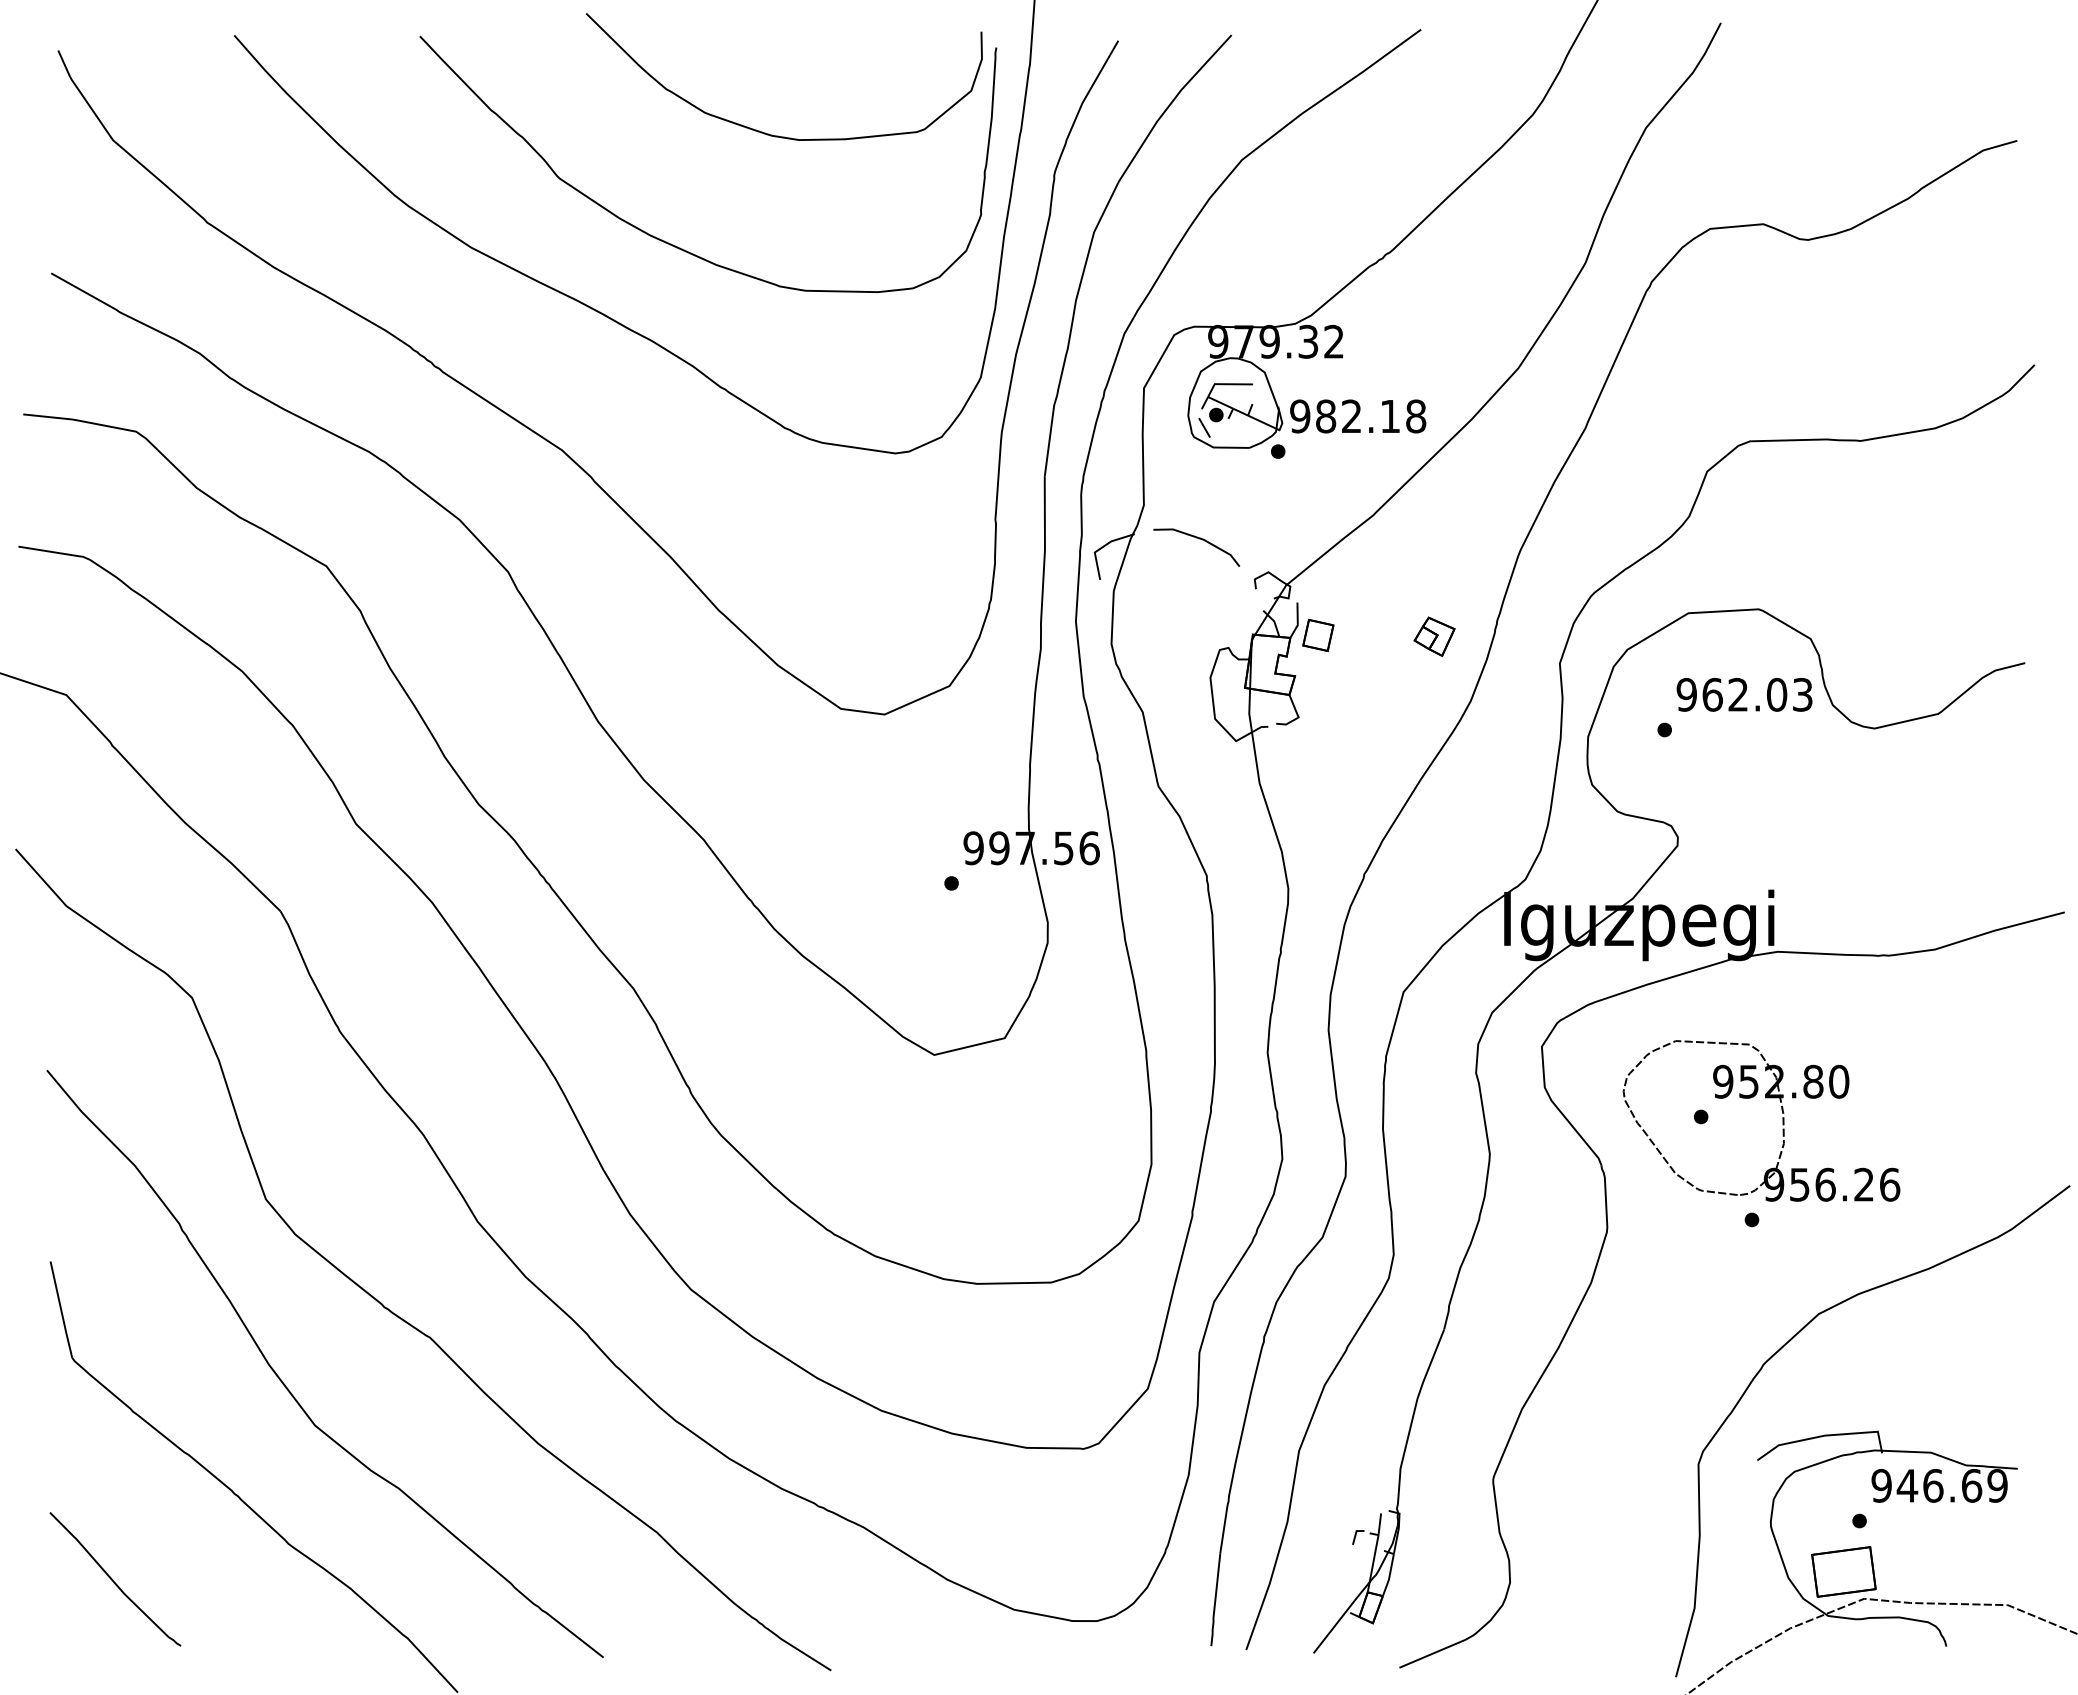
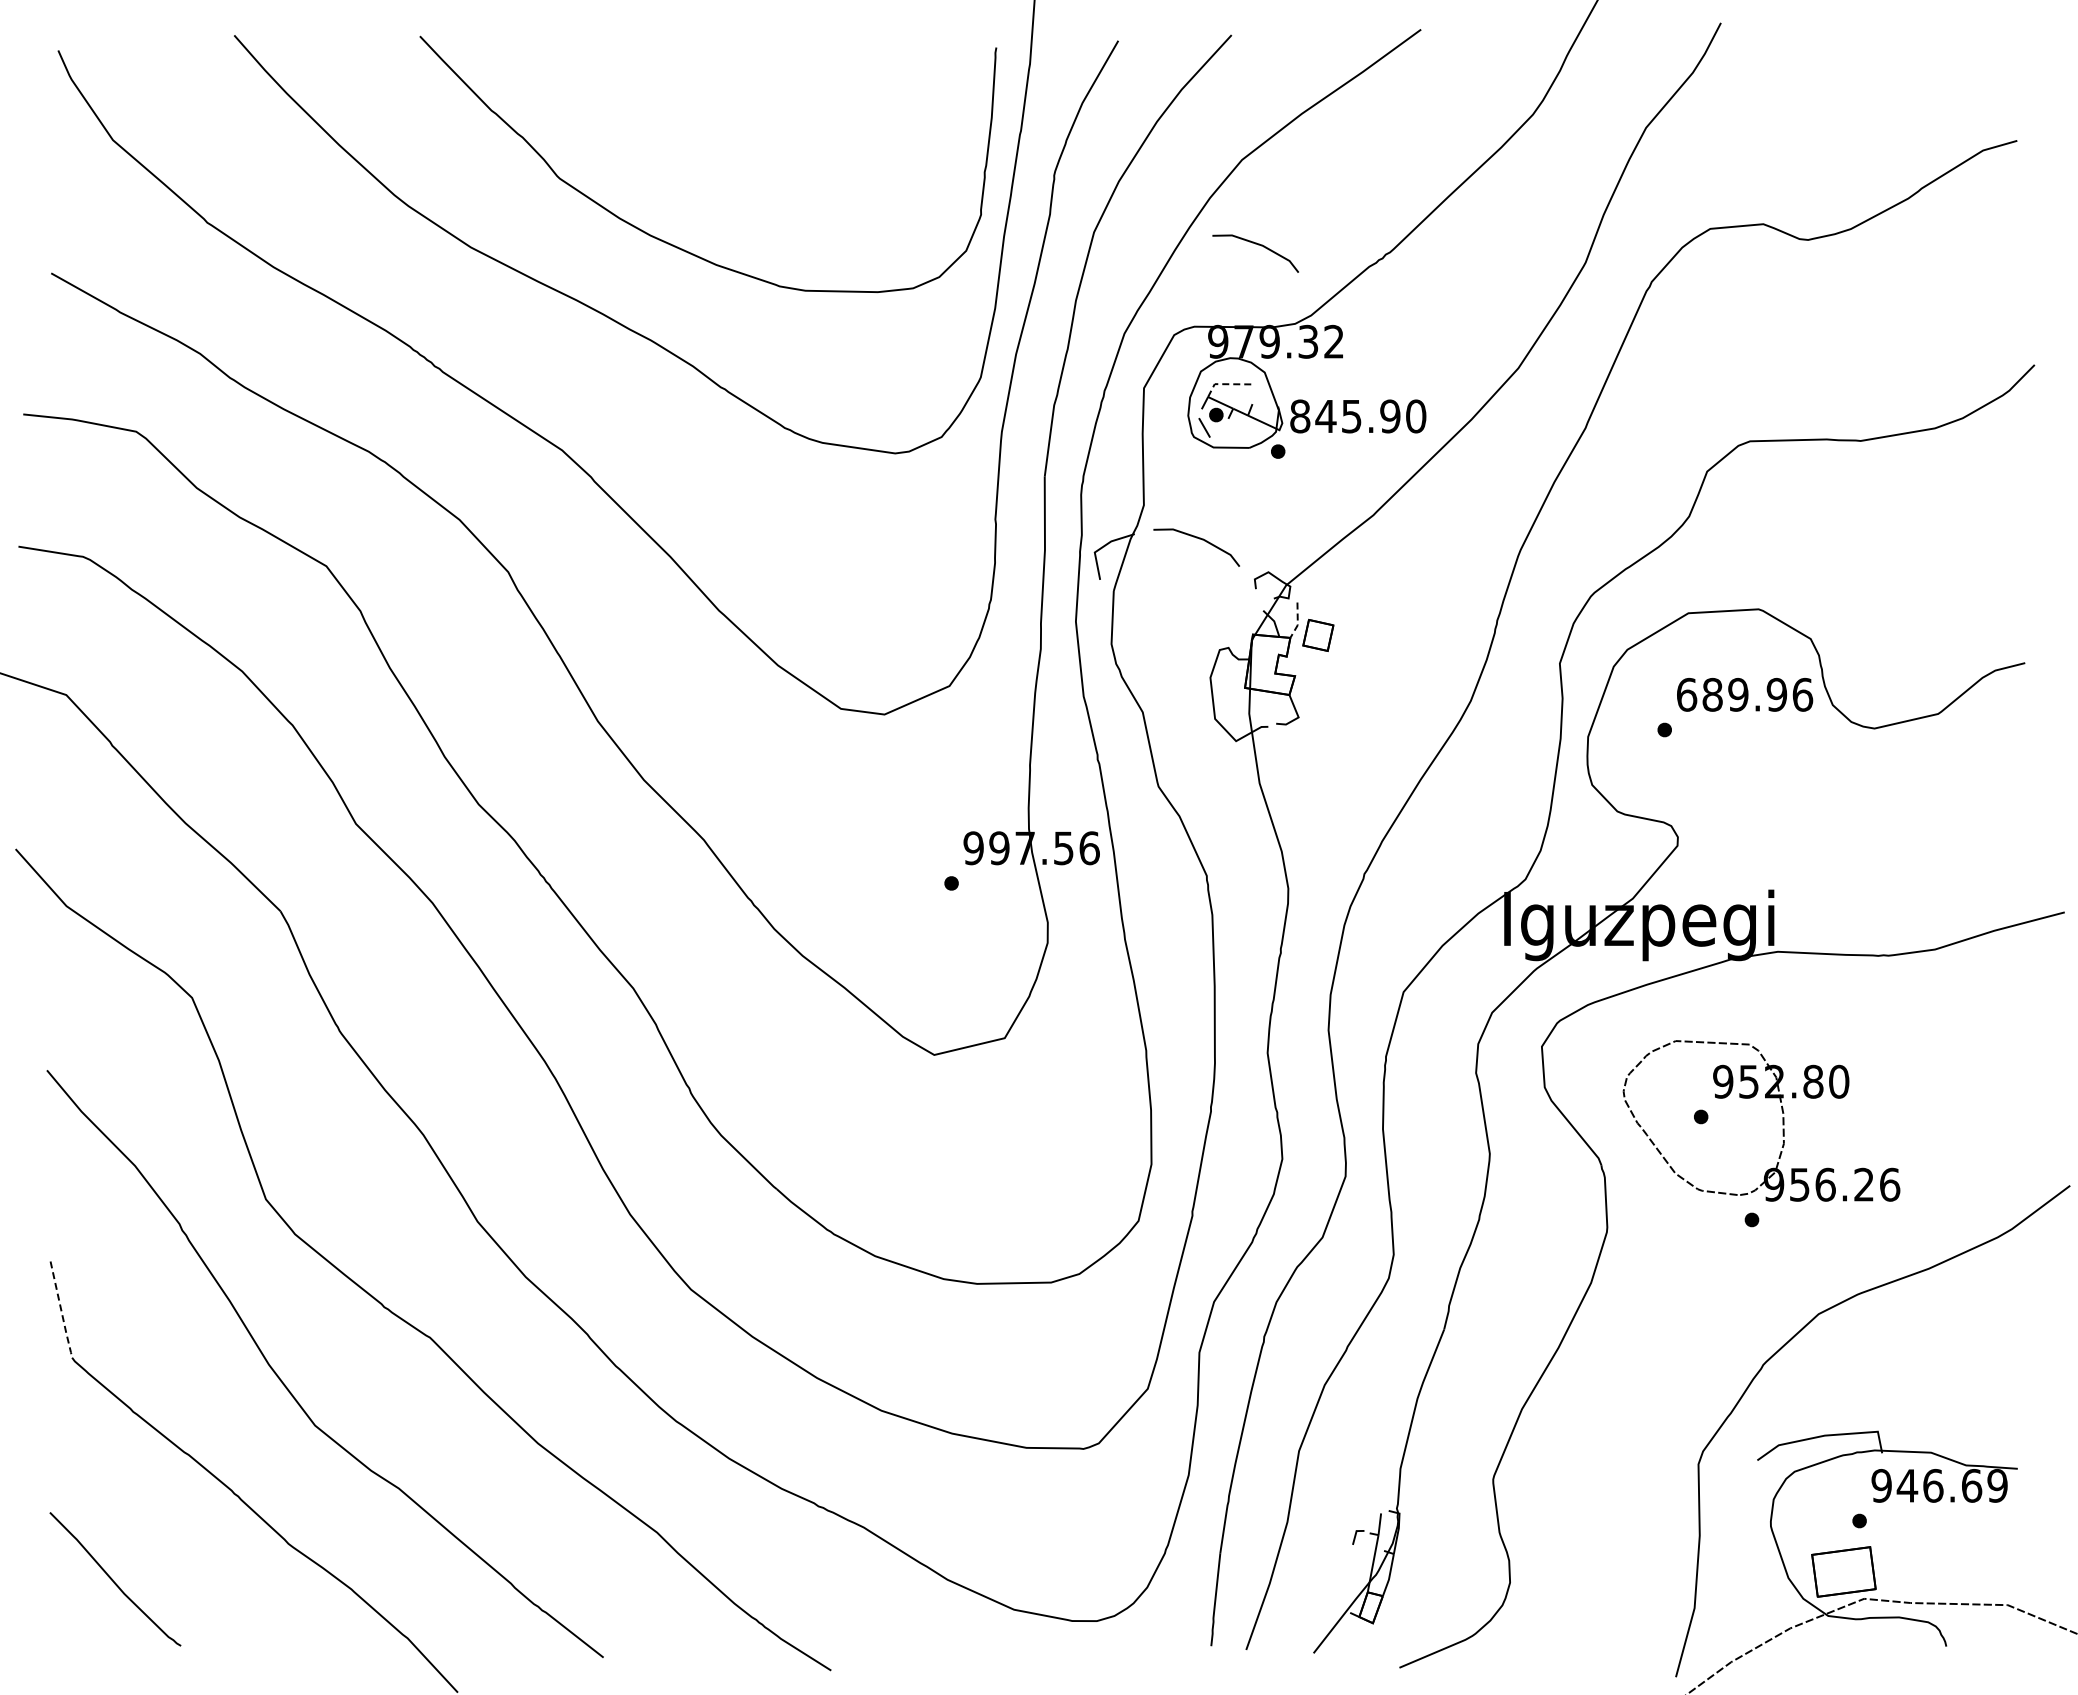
curve at (765, 132): present -> none
line at (1258, 245): none -> present
line at (1226, 384): solid -> dashed
text at (1358, 416): 982.18 -> 845.90
line at (1297, 622): solid -> dashed
part at (1434, 636): present -> none
text at (1744, 694): 962.03 -> 689.96
line at (61, 1310): solid -> dashed
